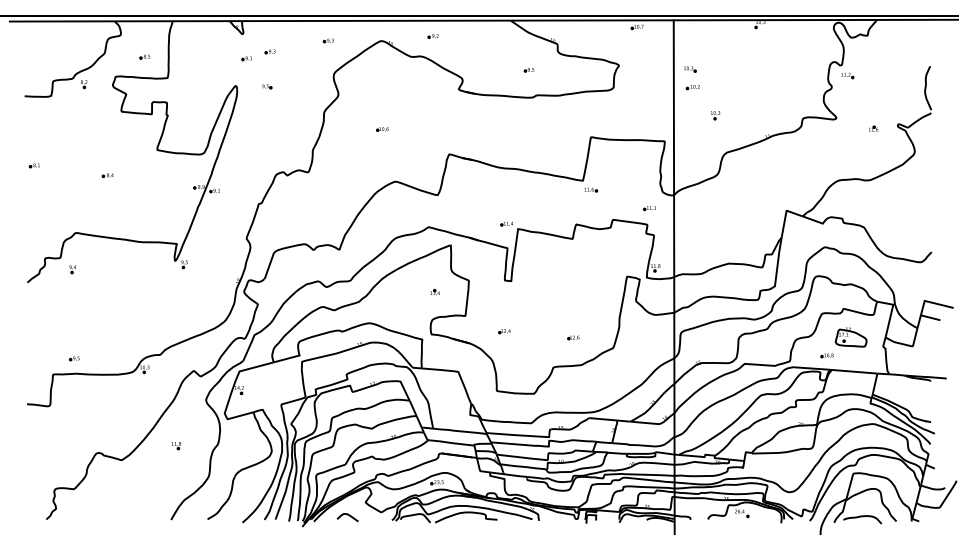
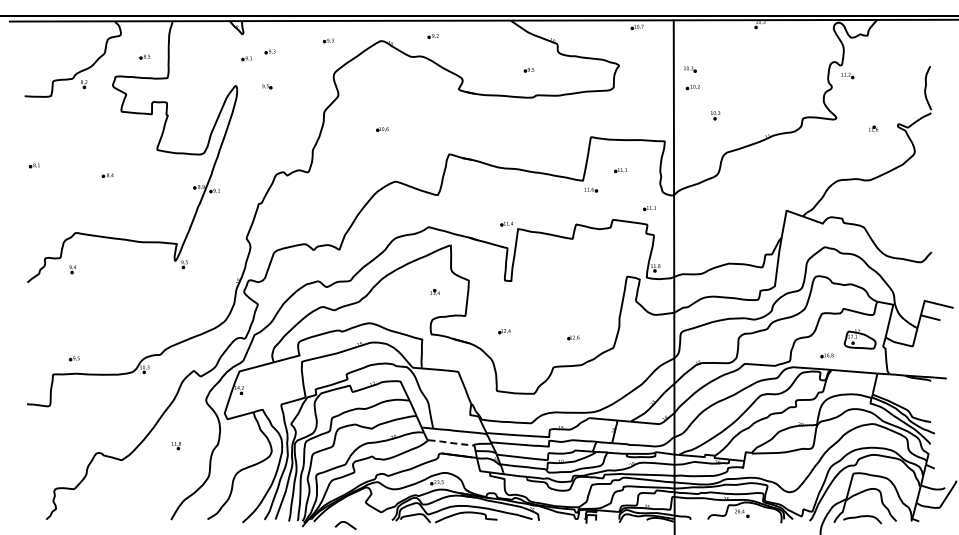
part at (620, 170): none -> present
part at (850, 337) position: (850, 337) -> (859, 339)
line at (451, 442): solid -> dashed
curve at (347, 515) position: (347, 515) -> (345, 523)
